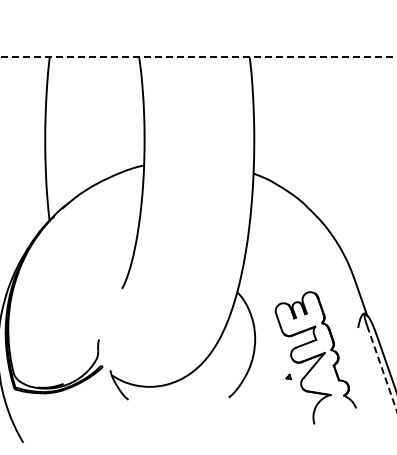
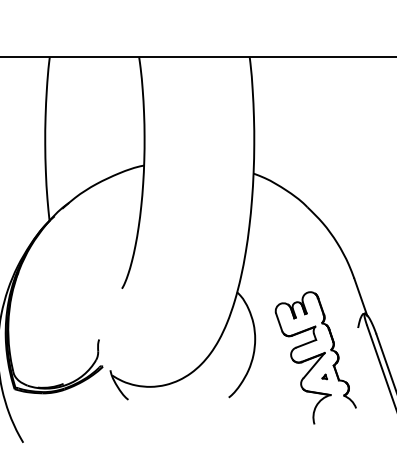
line at (198, 57): dashed -> solid
line at (382, 369): dashed -> solid
part at (288, 376) position: (288, 376) -> (324, 376)
